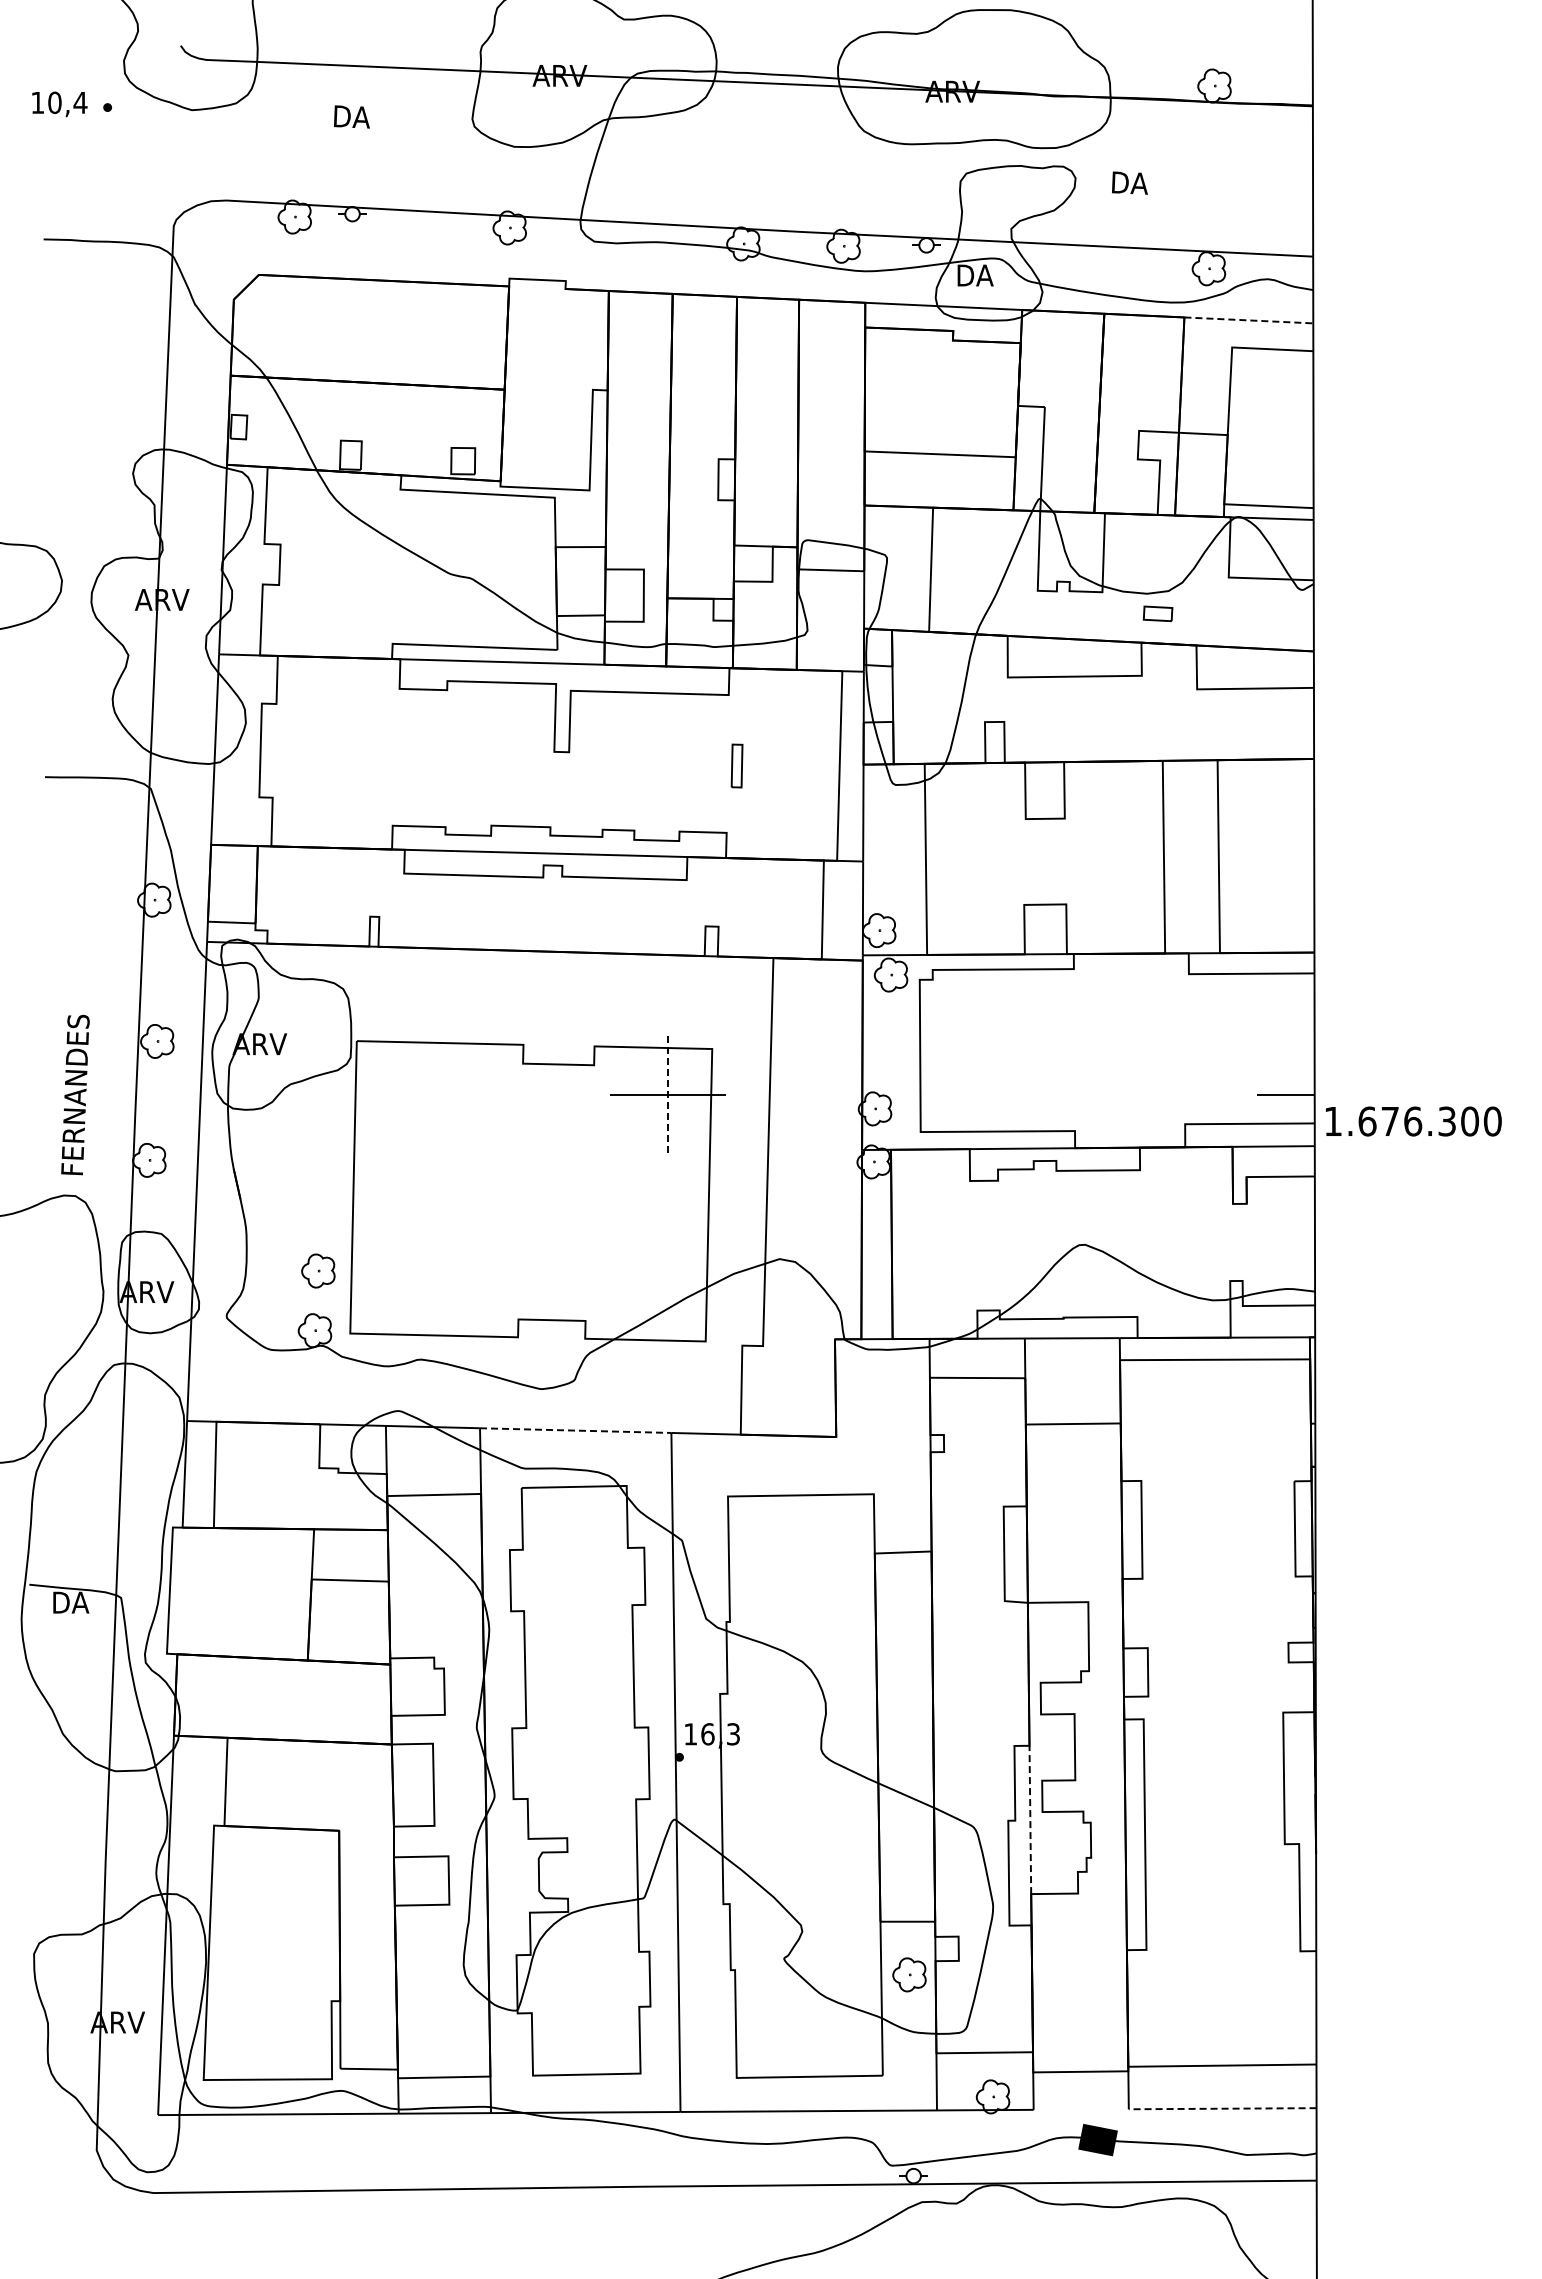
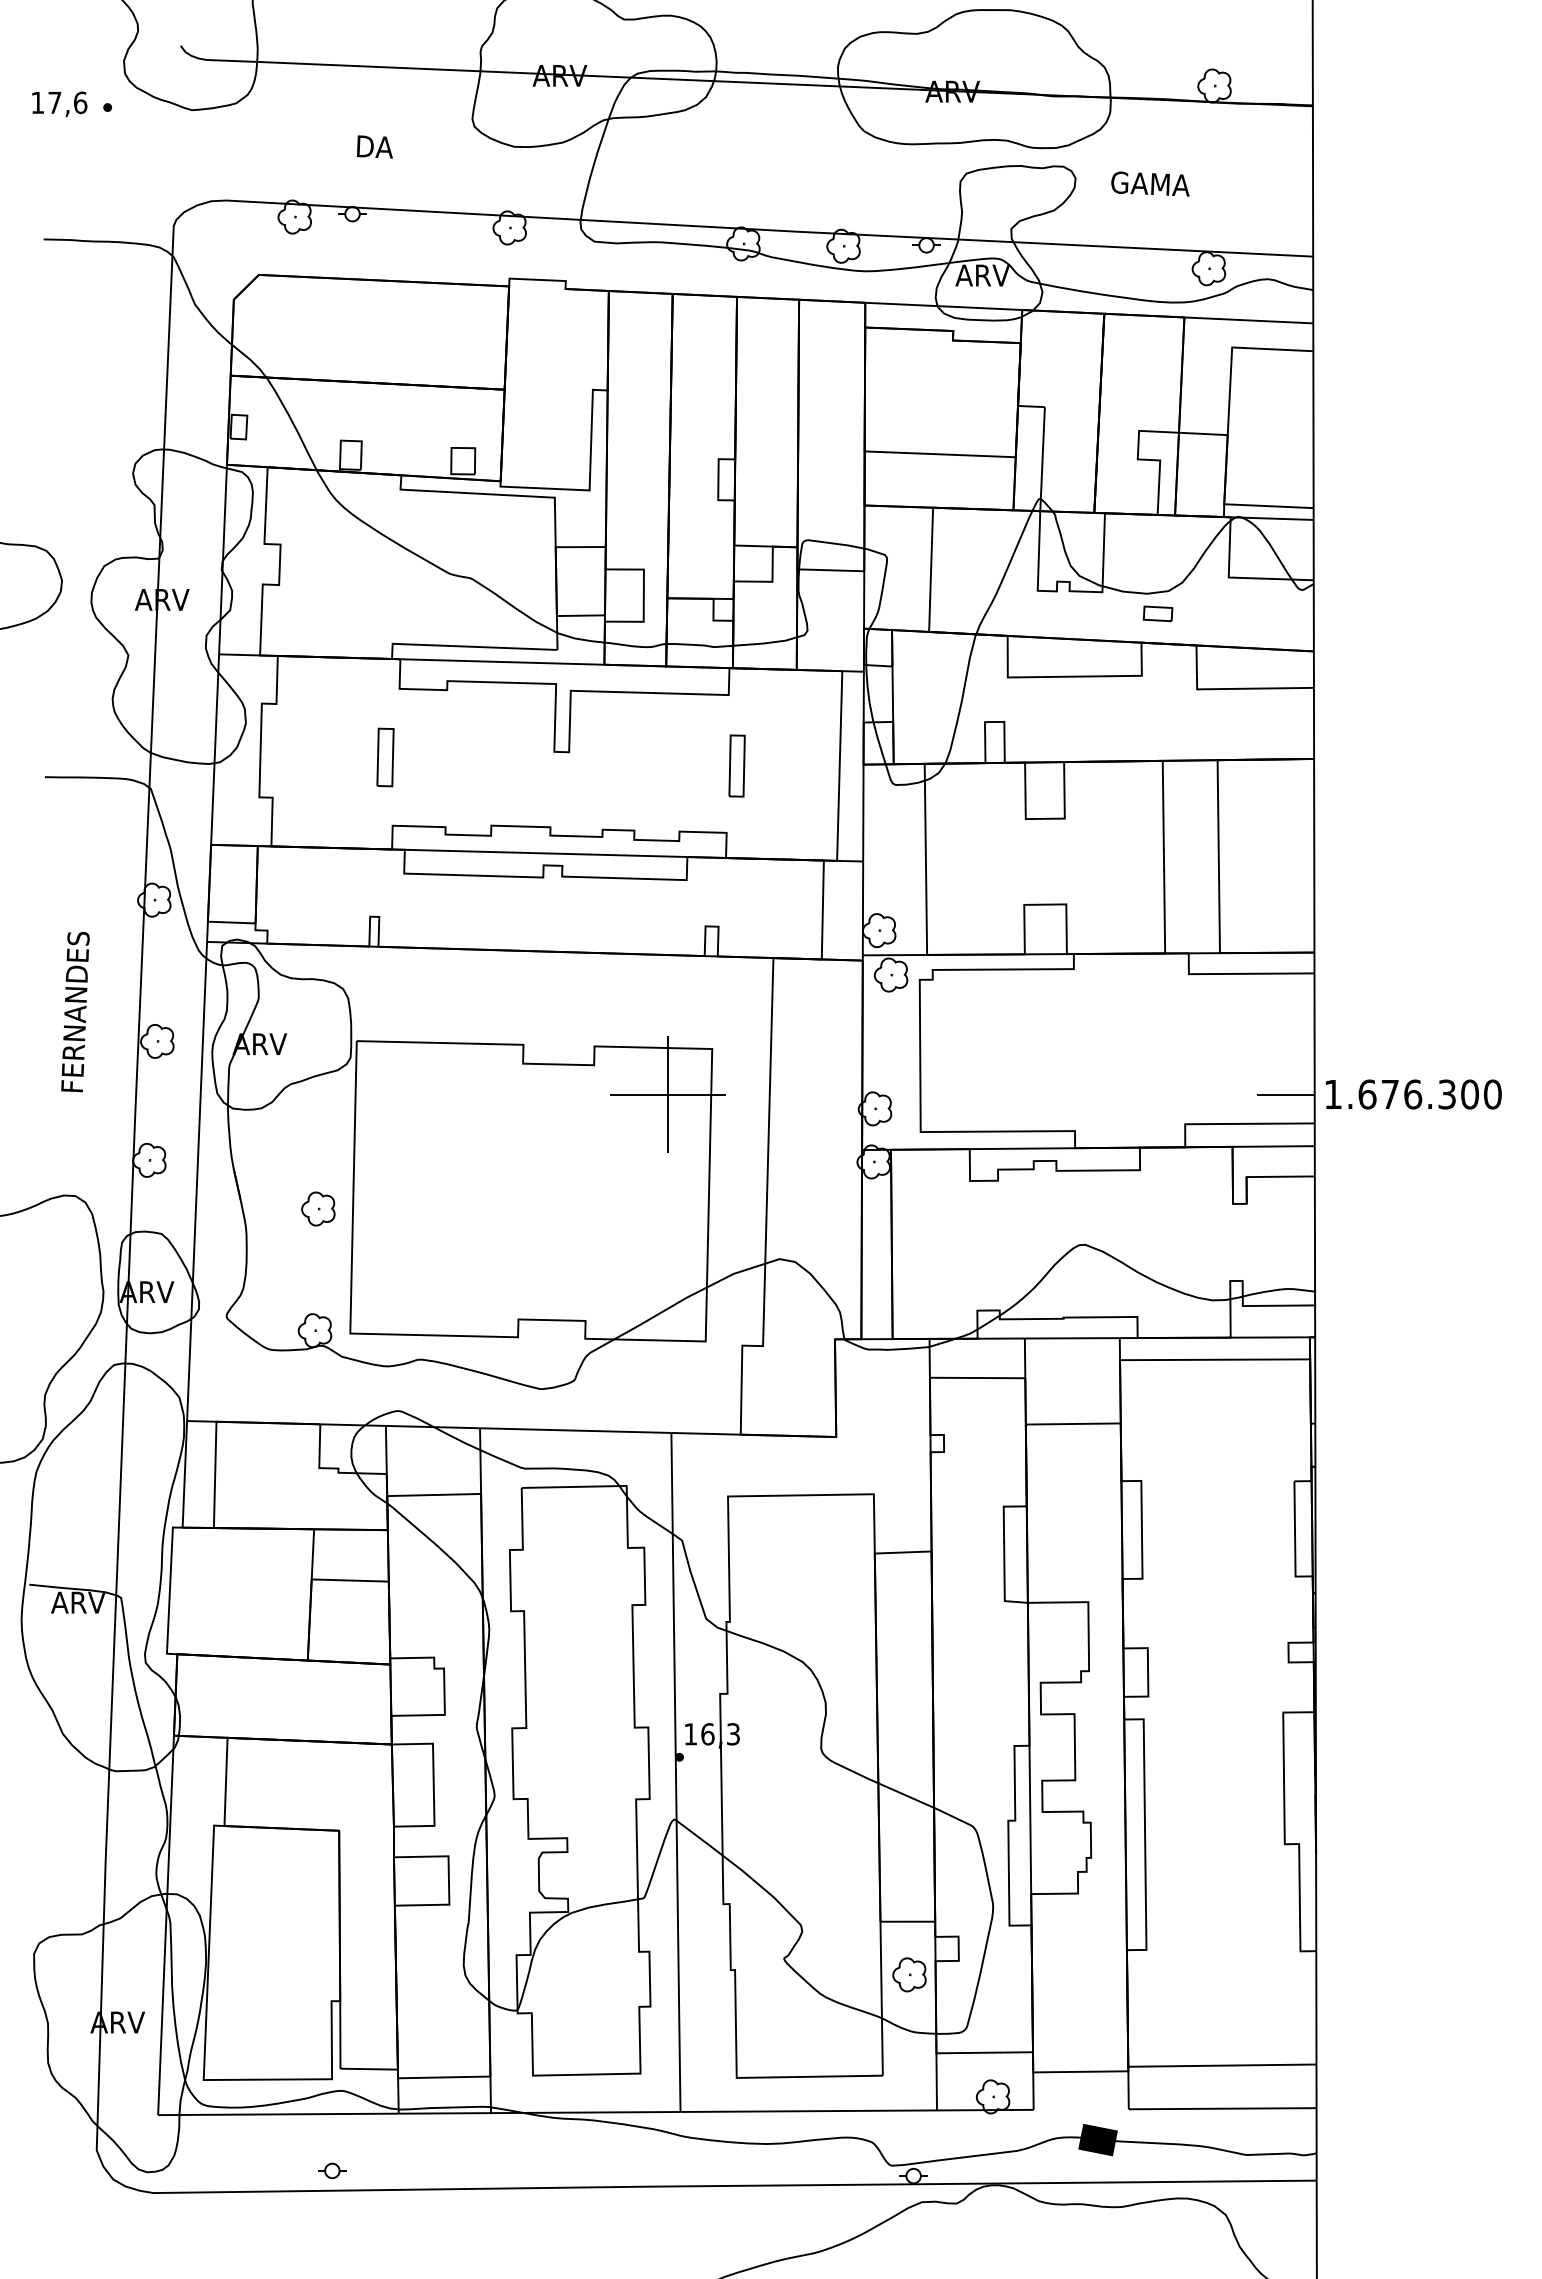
text at (67, 102): 10,4 -> 17,6
text at (351, 116) position: (351, 116) -> (374, 146)
text at (1150, 183): DA -> GAMA
text at (982, 275): DA -> ARV
line at (1248, 320): dashed -> solid
part at (385, 757): none -> present
part at (736, 765) size: 14x46 px -> 18x64 px
text at (75, 1094) position: (75, 1094) -> (75, 1011)
line at (668, 1095): dashed -> solid
text at (1413, 1121) position: (1413, 1121) -> (1413, 1094)
part at (318, 1270) position: (318, 1270) -> (318, 1208)
line at (575, 1430): dashed -> solid
text at (78, 1602): DA -> ARV
line at (1030, 1819): dashed -> solid
line at (1222, 2108): dashed -> solid
part at (332, 2170): none -> present
